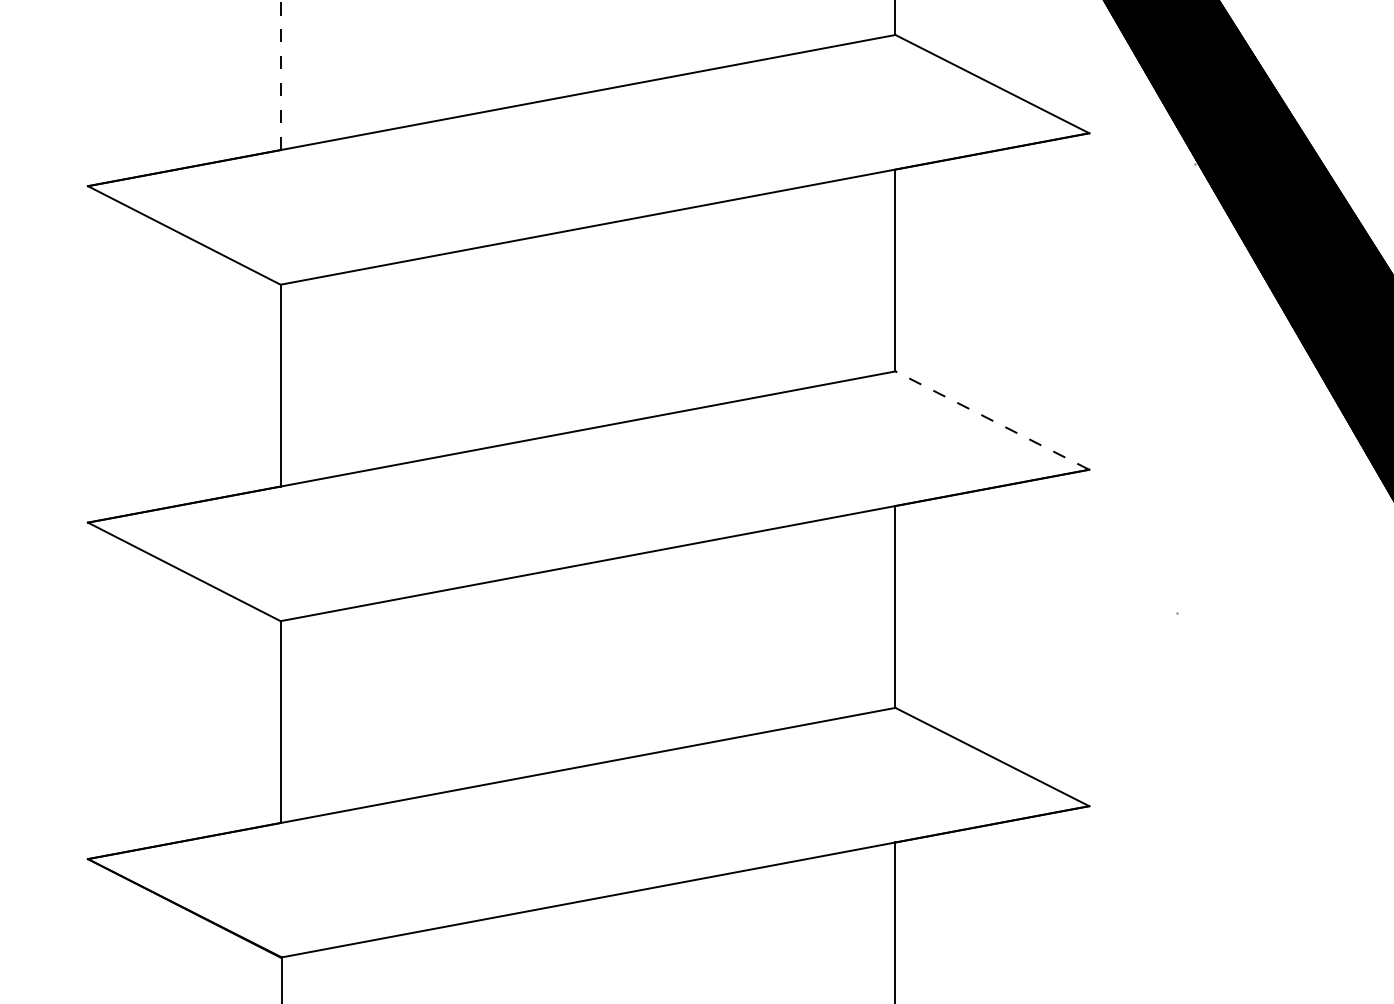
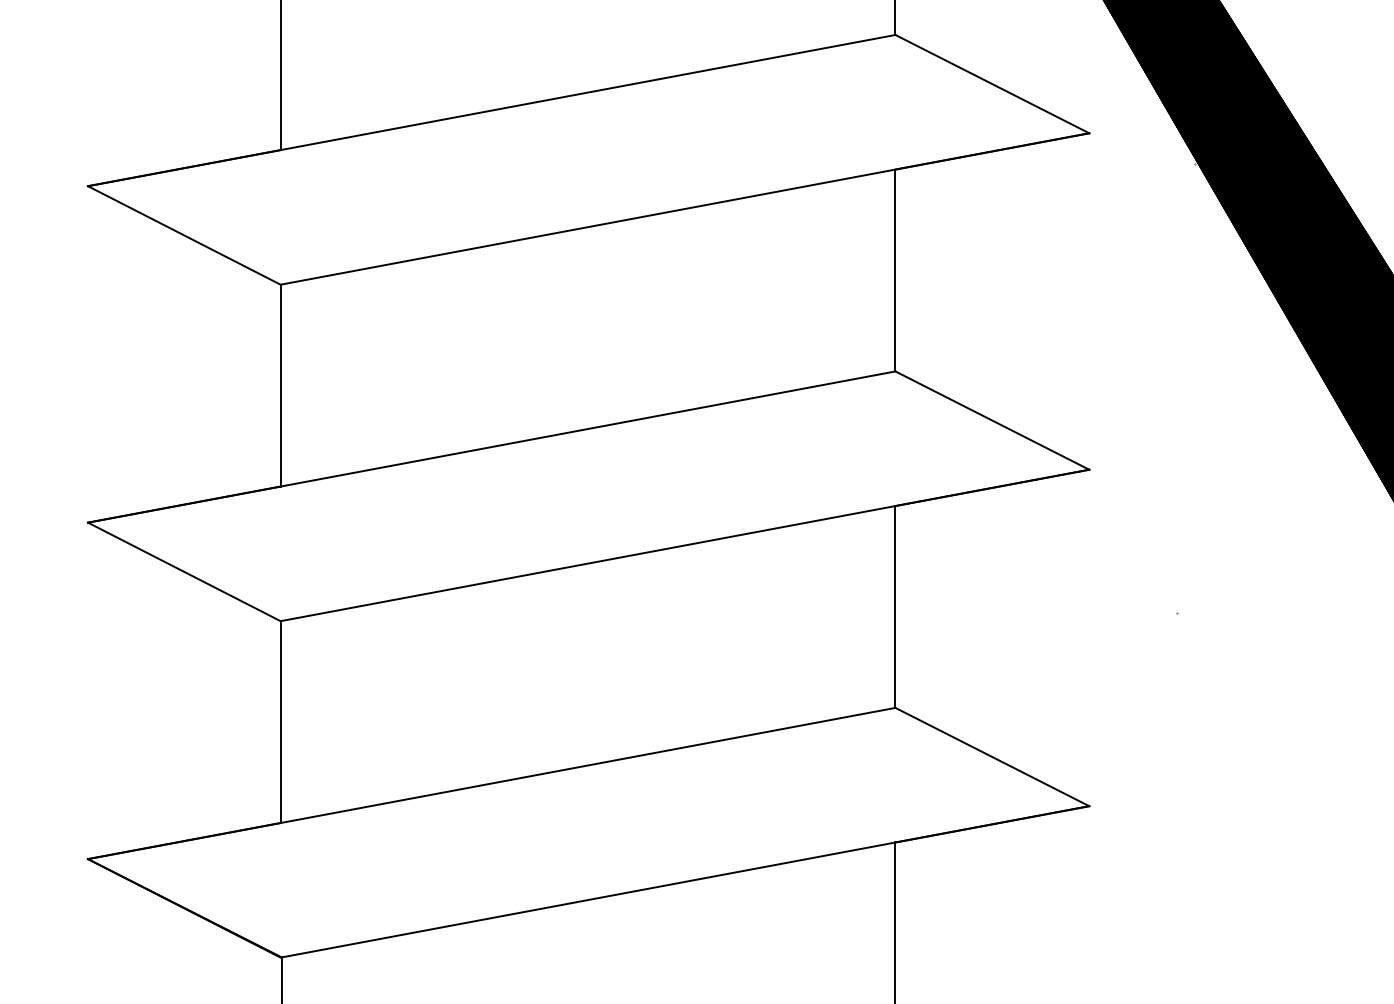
line at (280, 75): dashed -> solid
line at (992, 420): dashed -> solid
